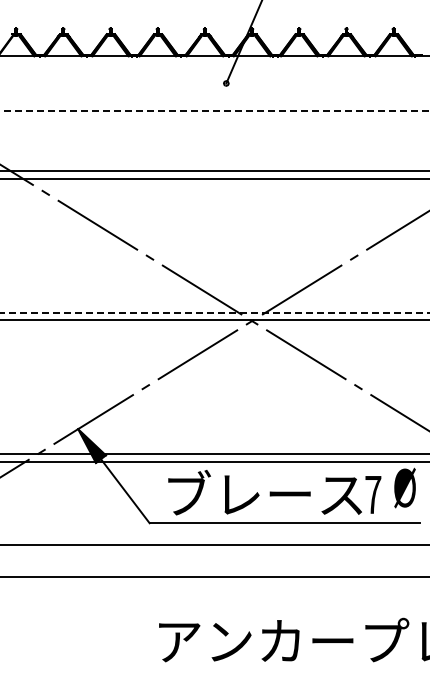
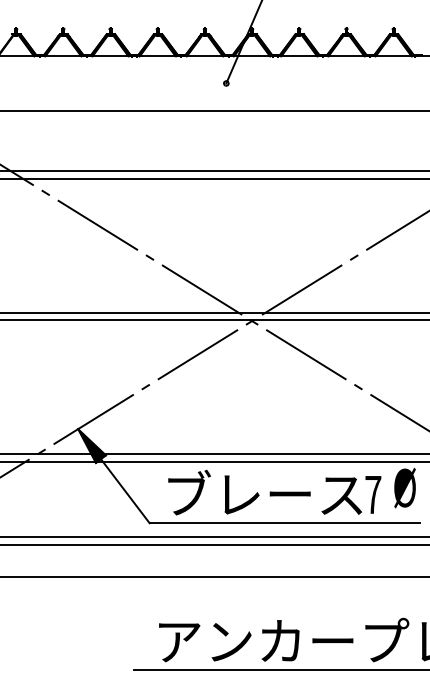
line at (214, 110): dashed -> solid
line at (215, 312): dashed -> solid
line at (214, 536): none -> present
line at (279, 670): none -> present
